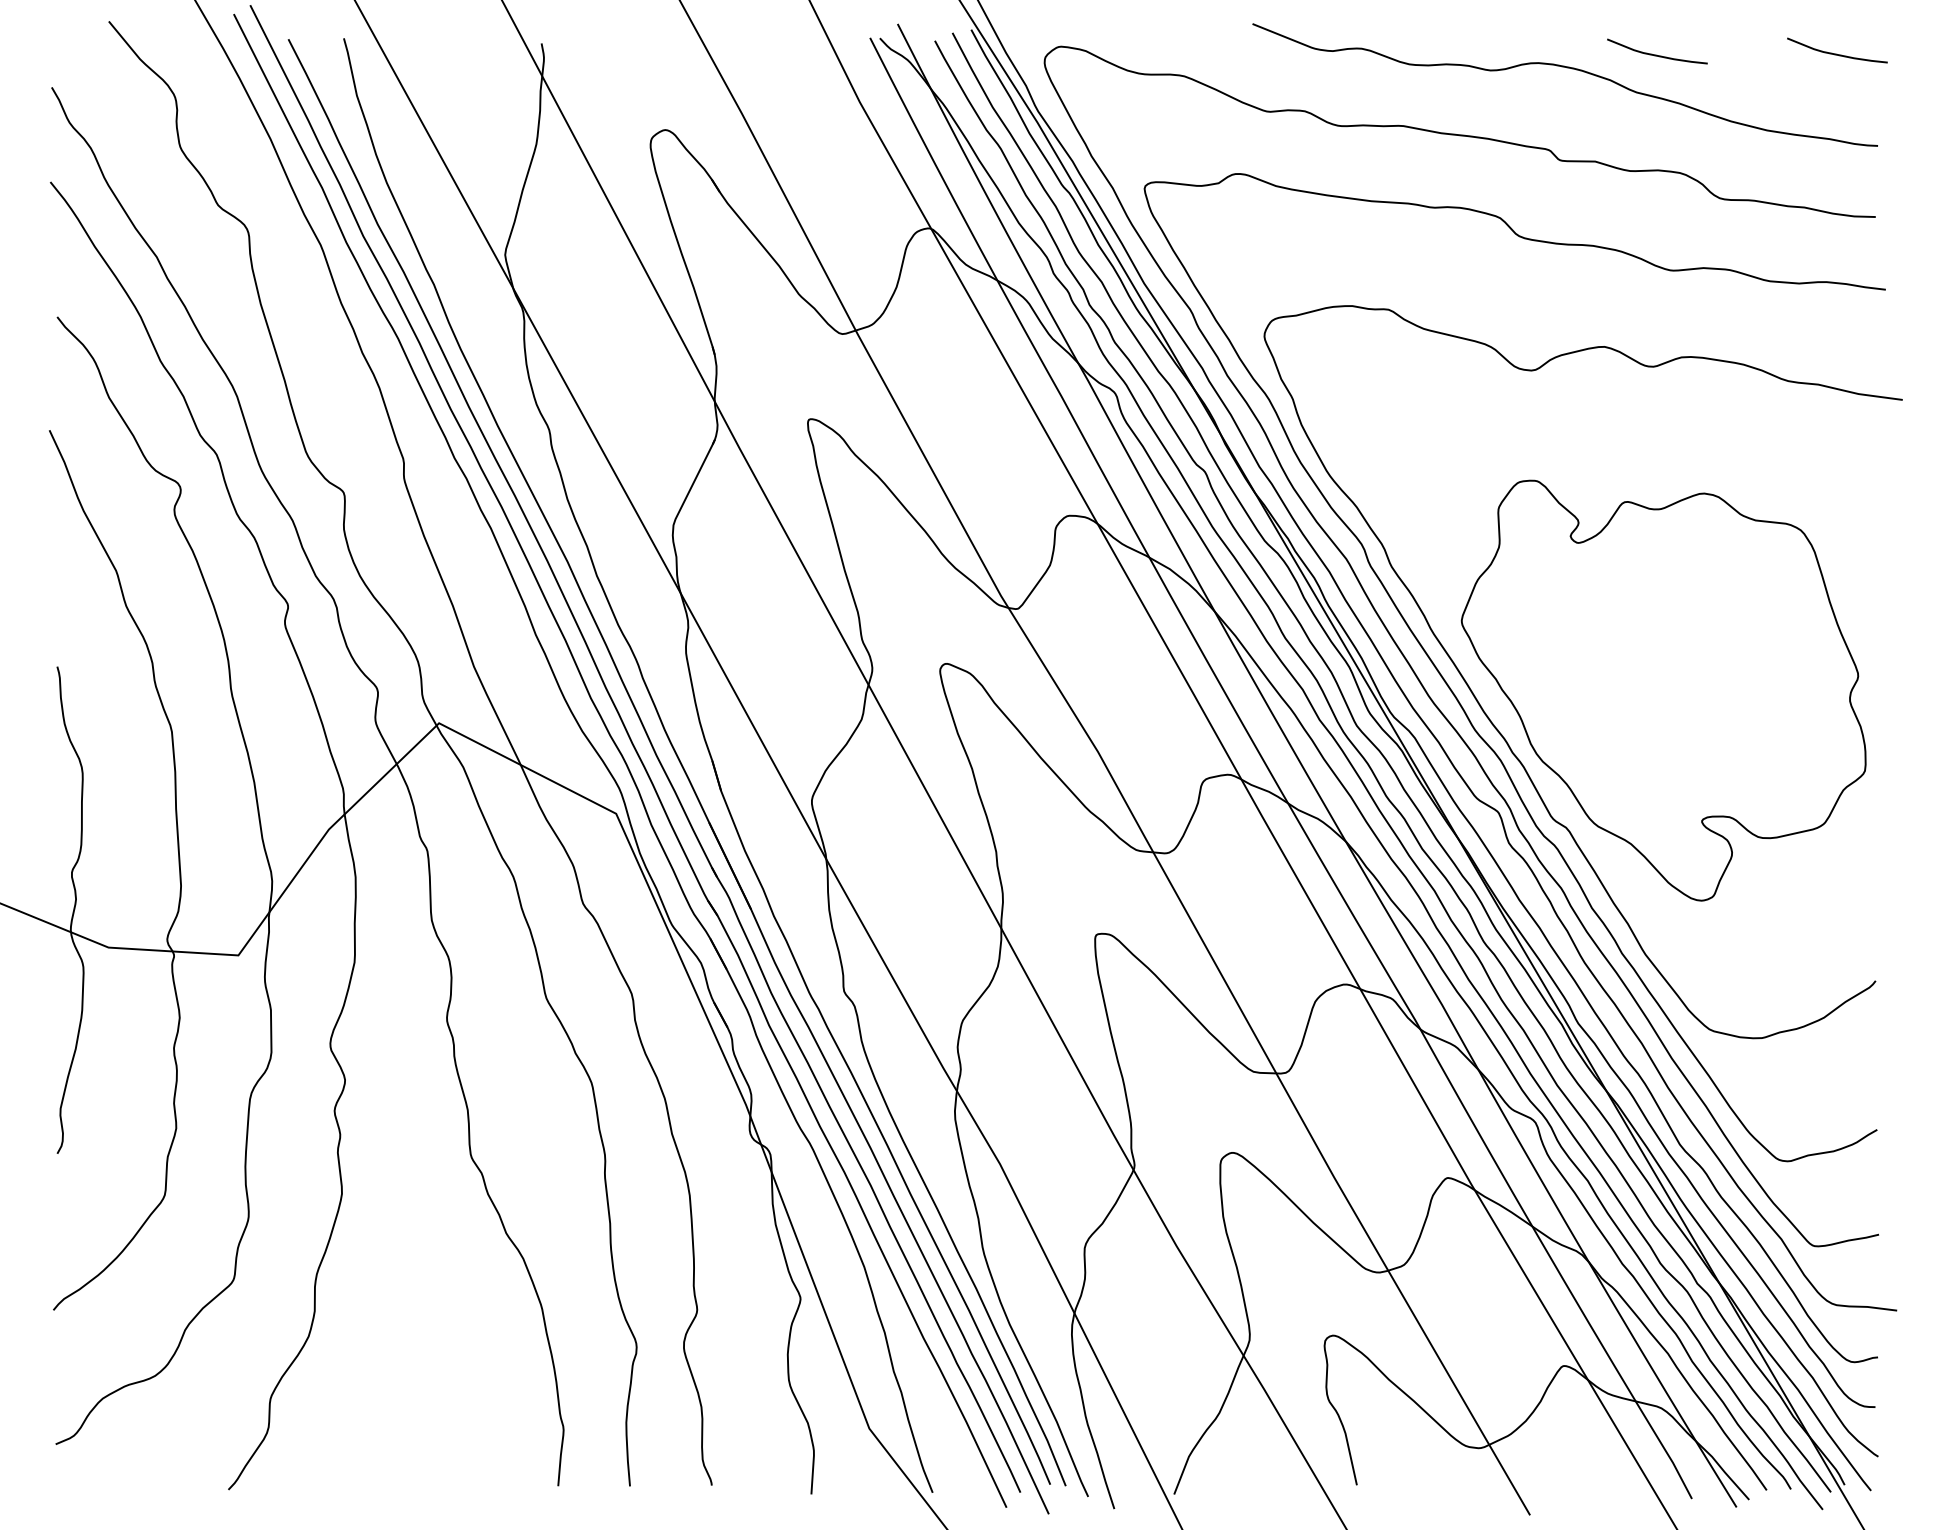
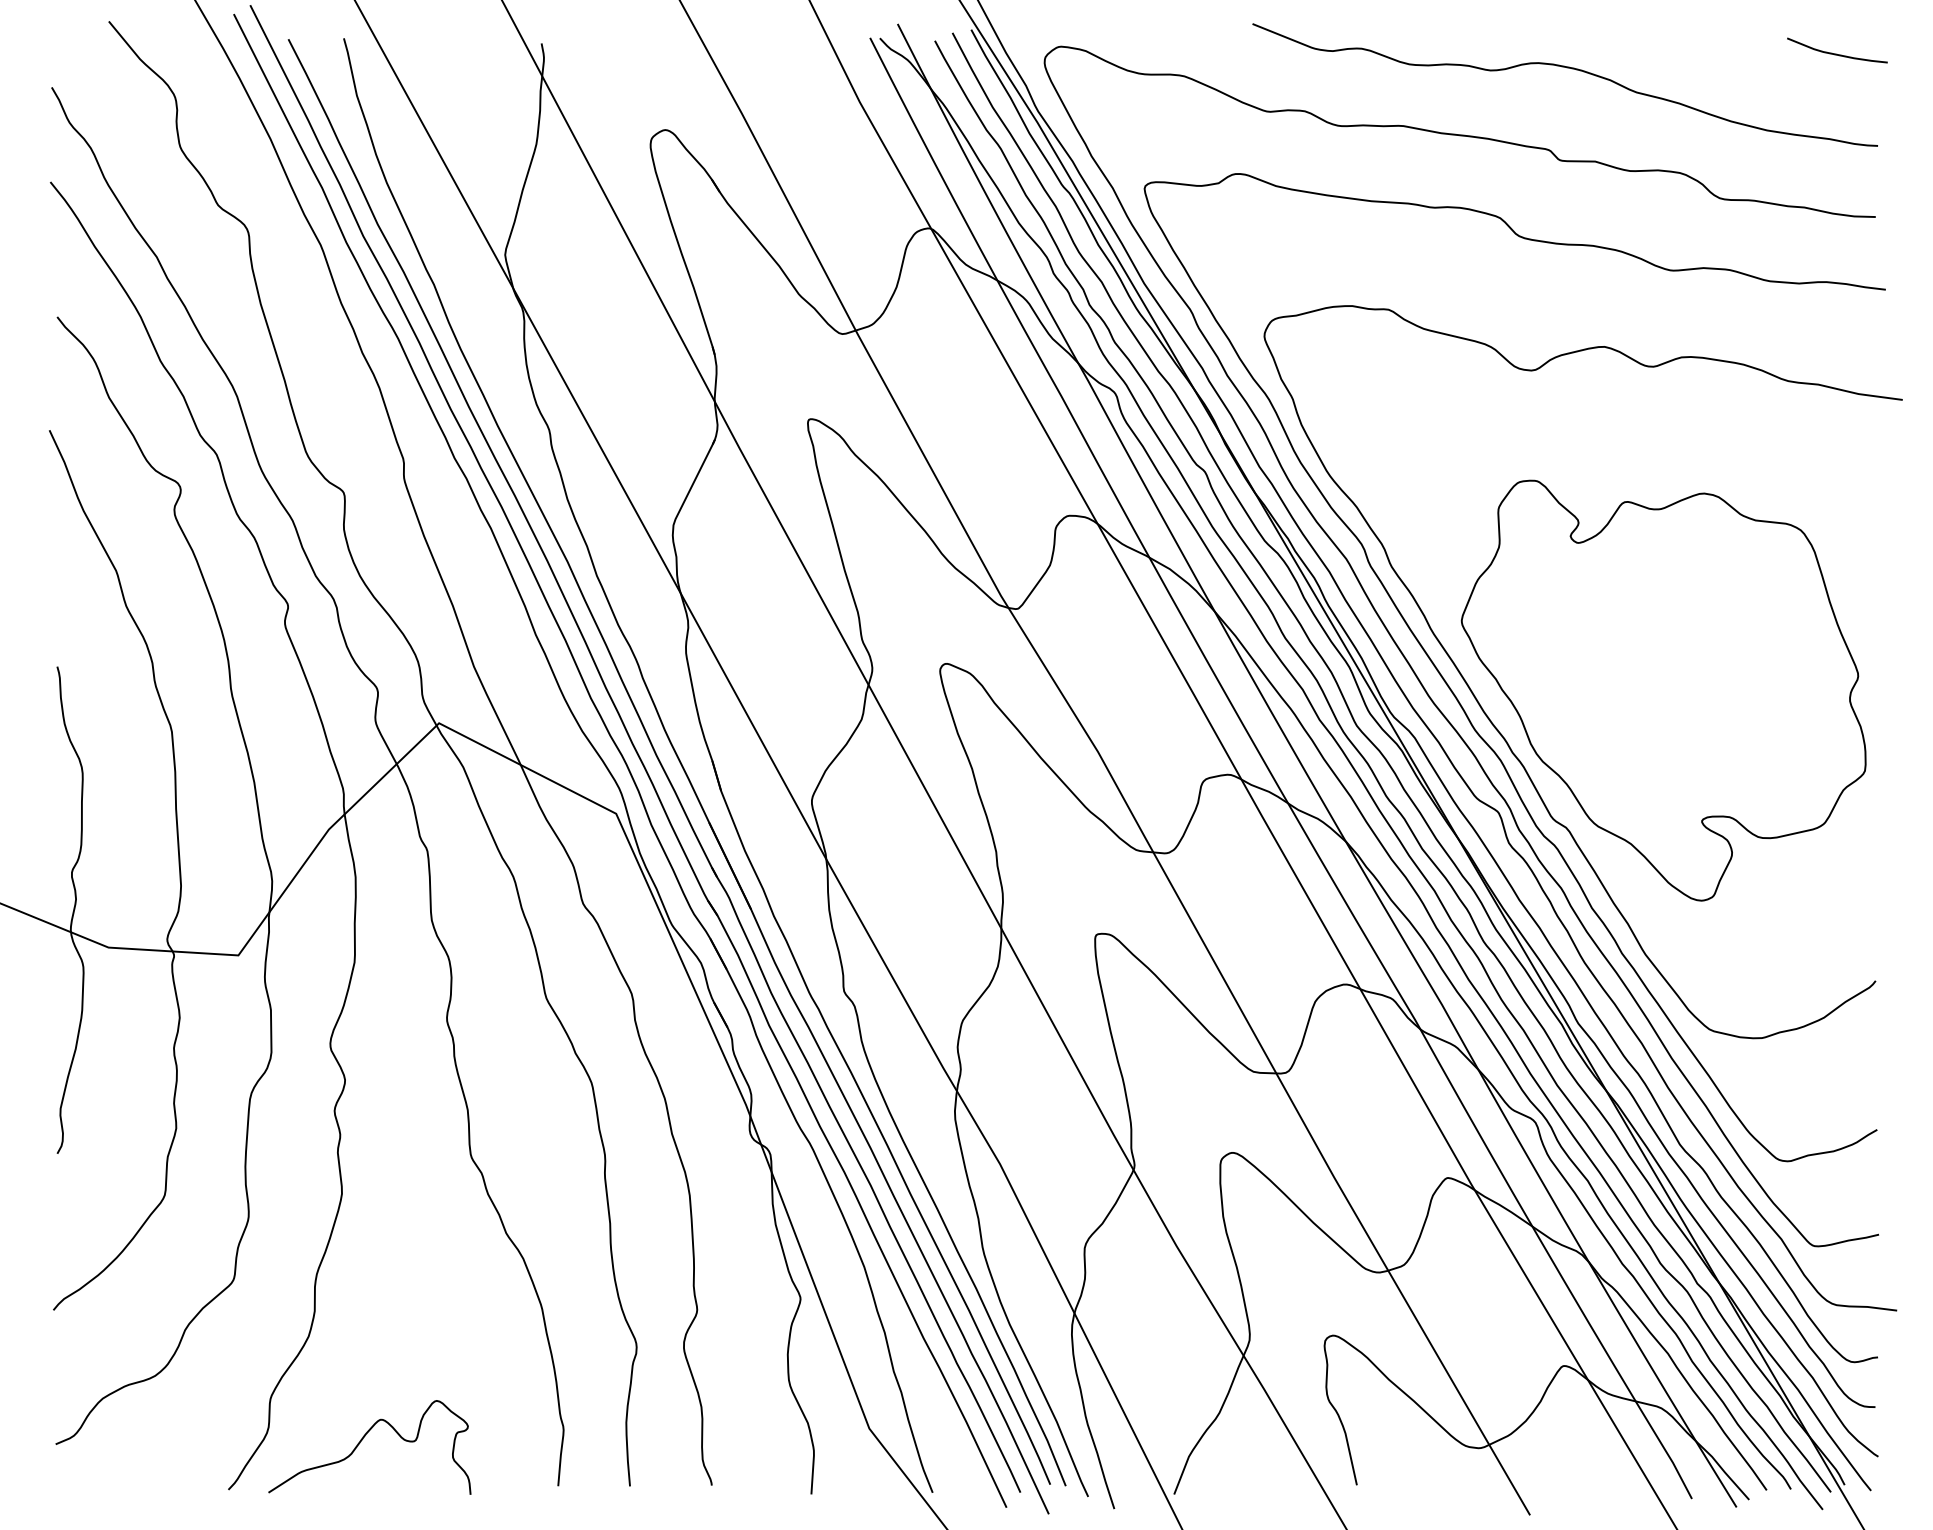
curve at (1656, 54): present -> none
curve at (360, 1443): none -> present
